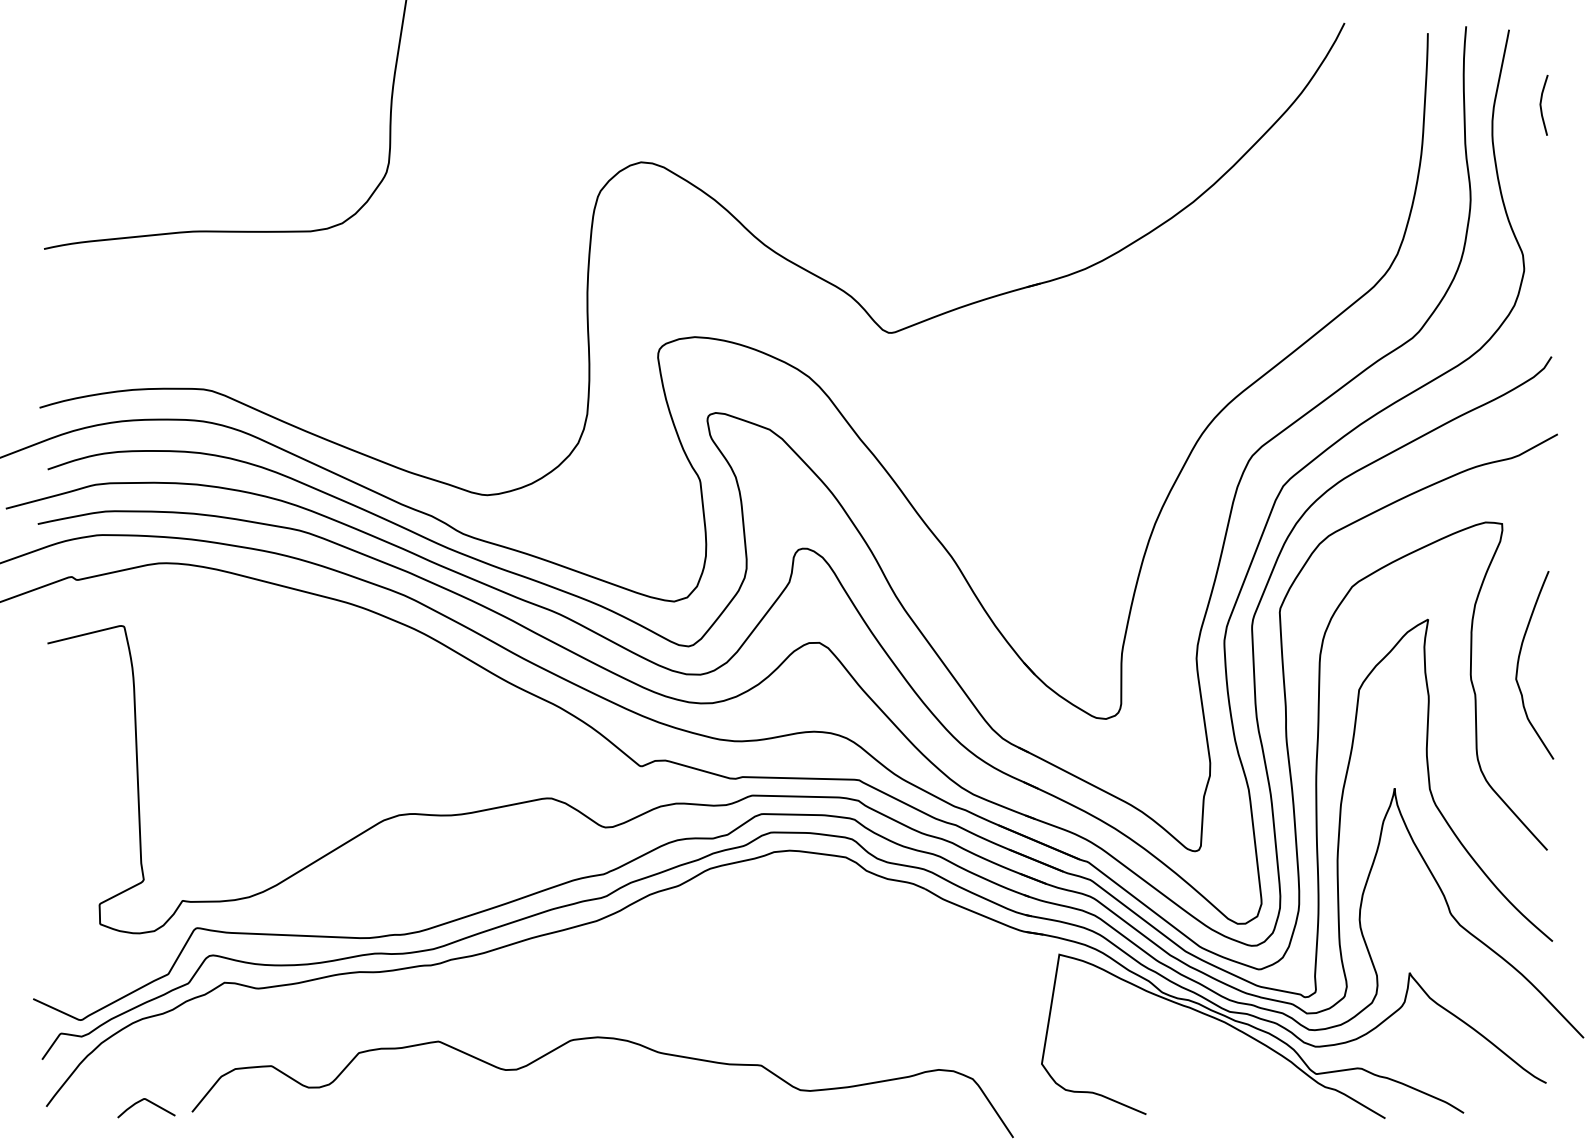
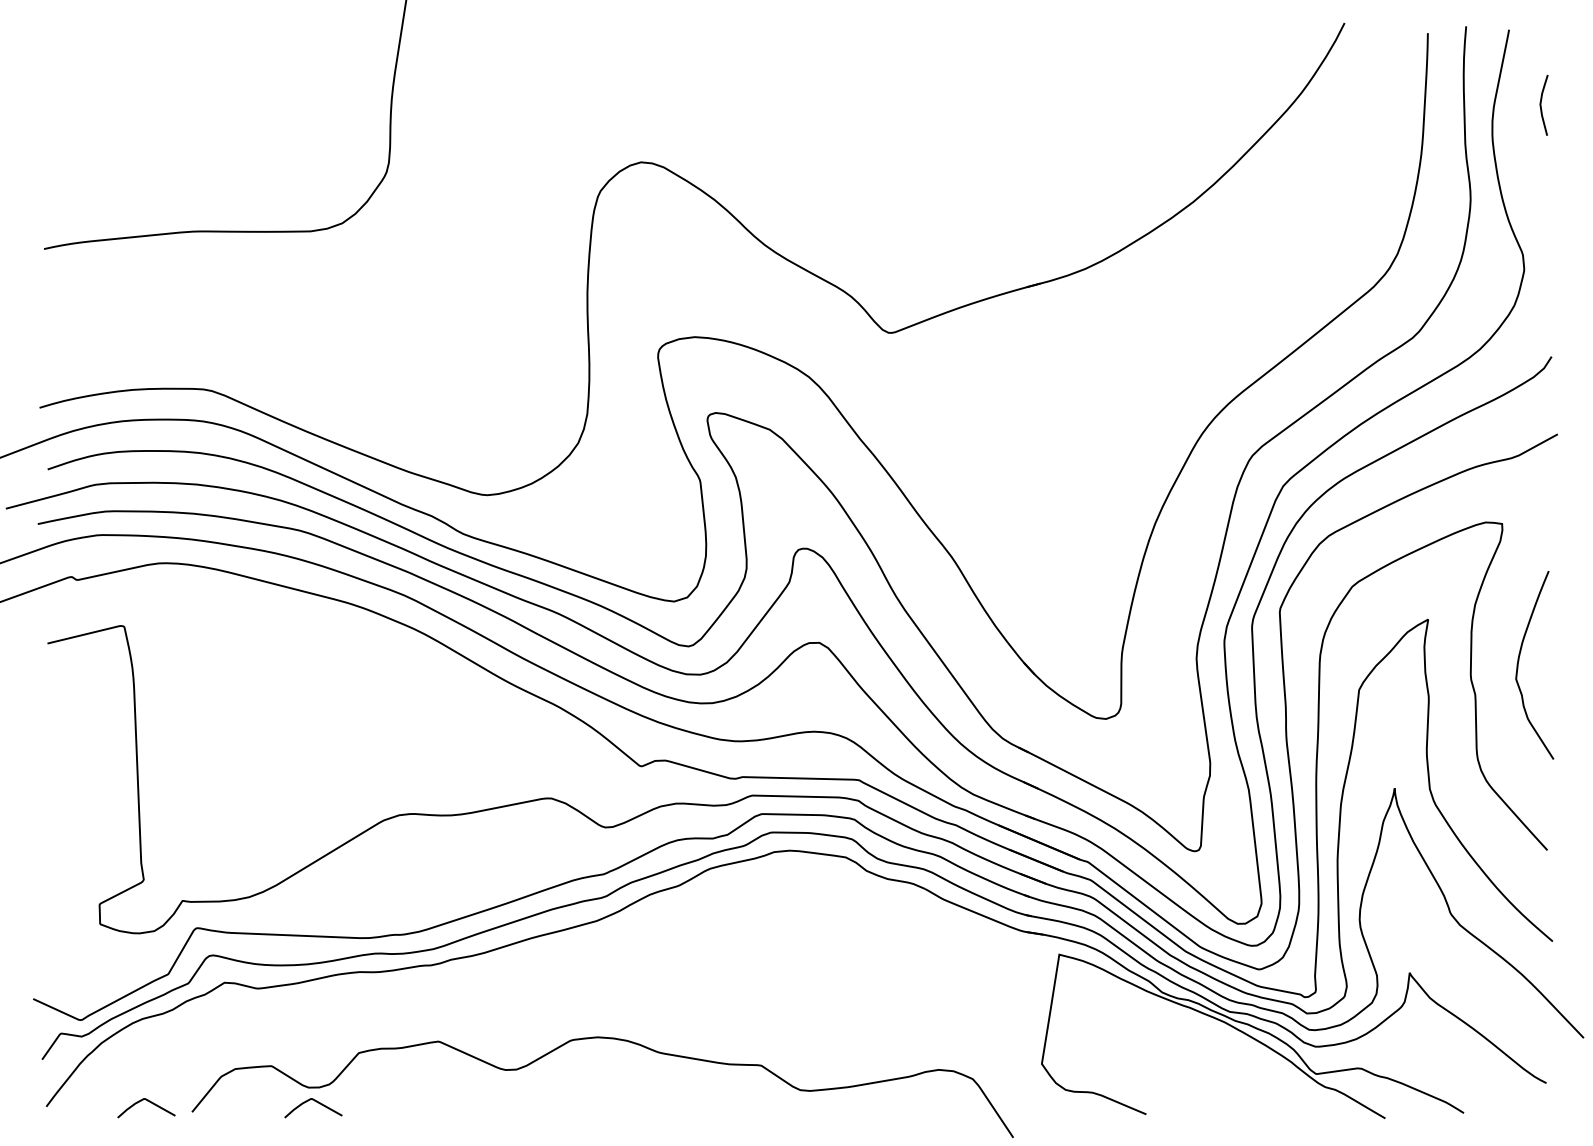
curve at (316, 1102): none -> present
